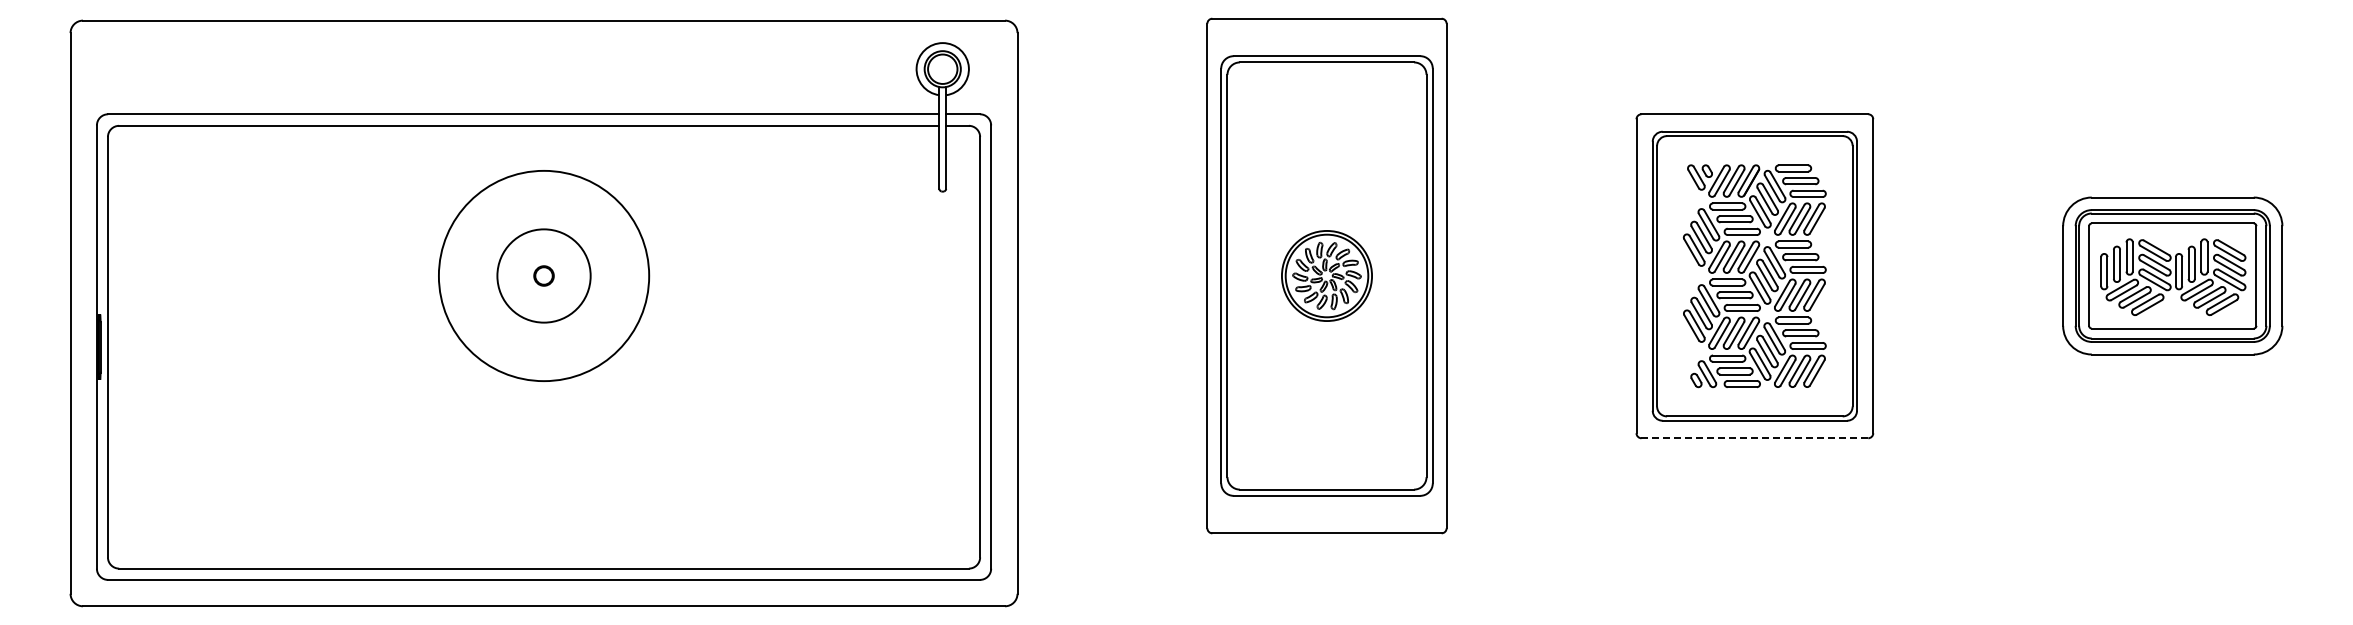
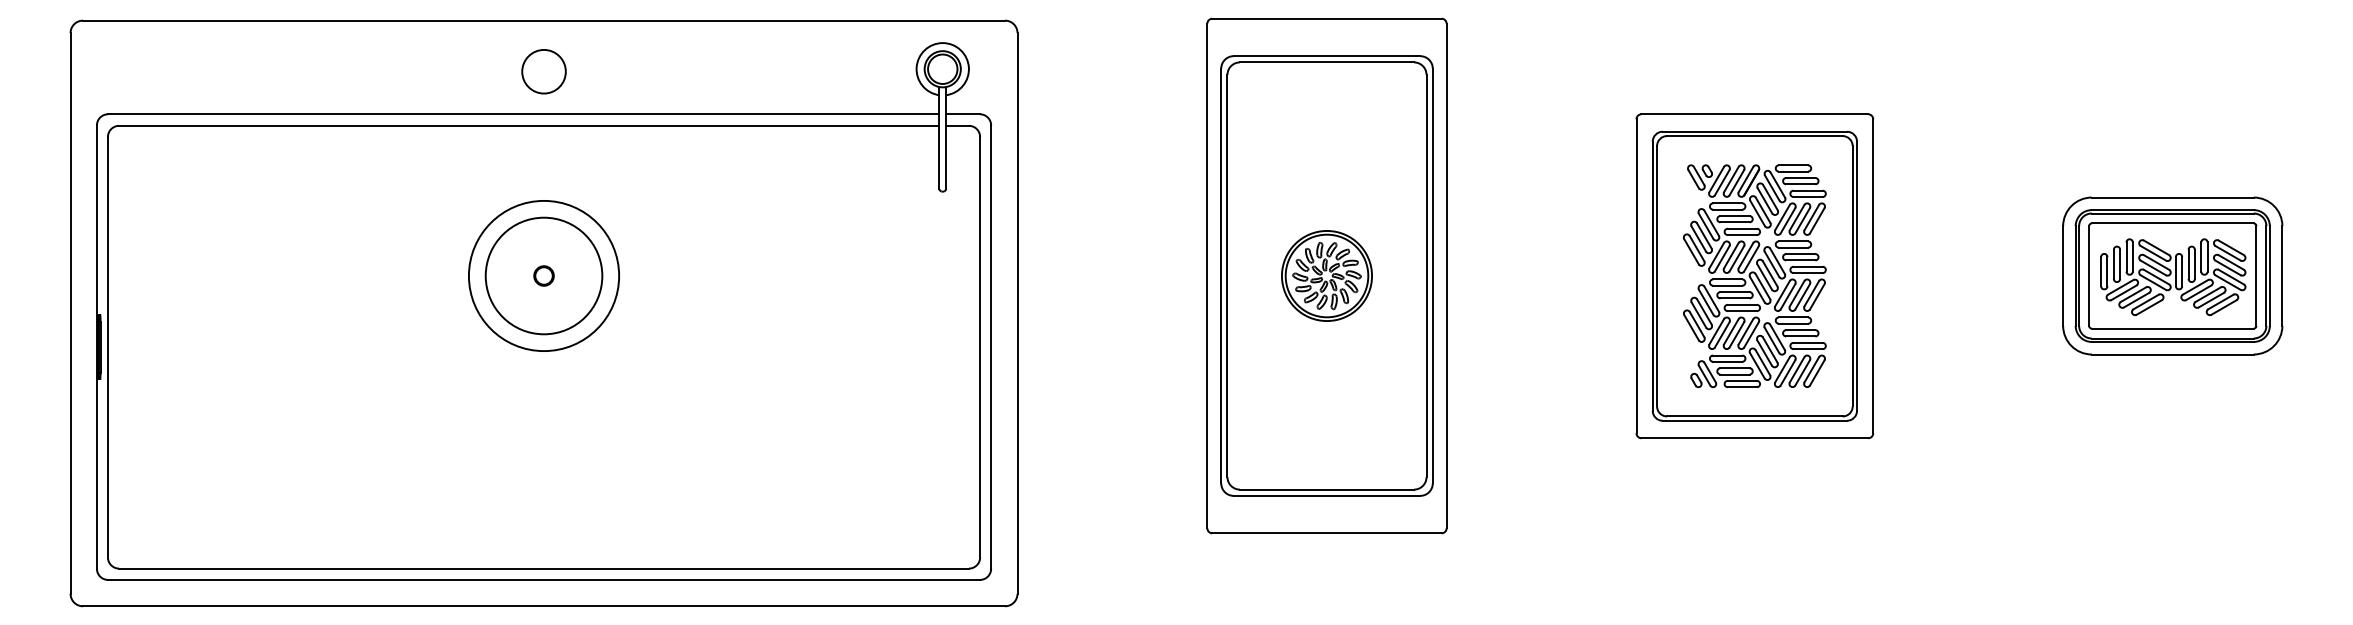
circle at (543, 71): none -> present
circle at (543, 275) diameter: 210 px -> 150 px
circle at (543, 275) diameter: 93 px -> 117 px
line at (1755, 438): dashed -> solid
